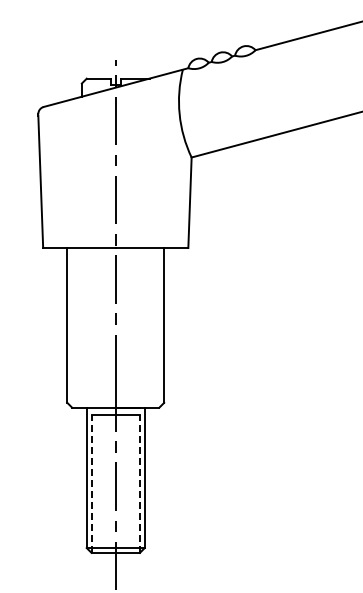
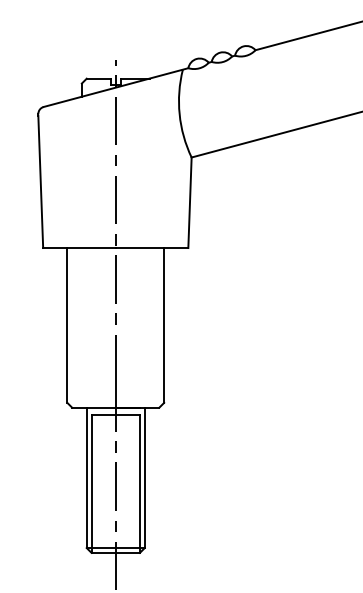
line at (91, 484): dashed -> solid
line at (139, 484): dashed -> solid
